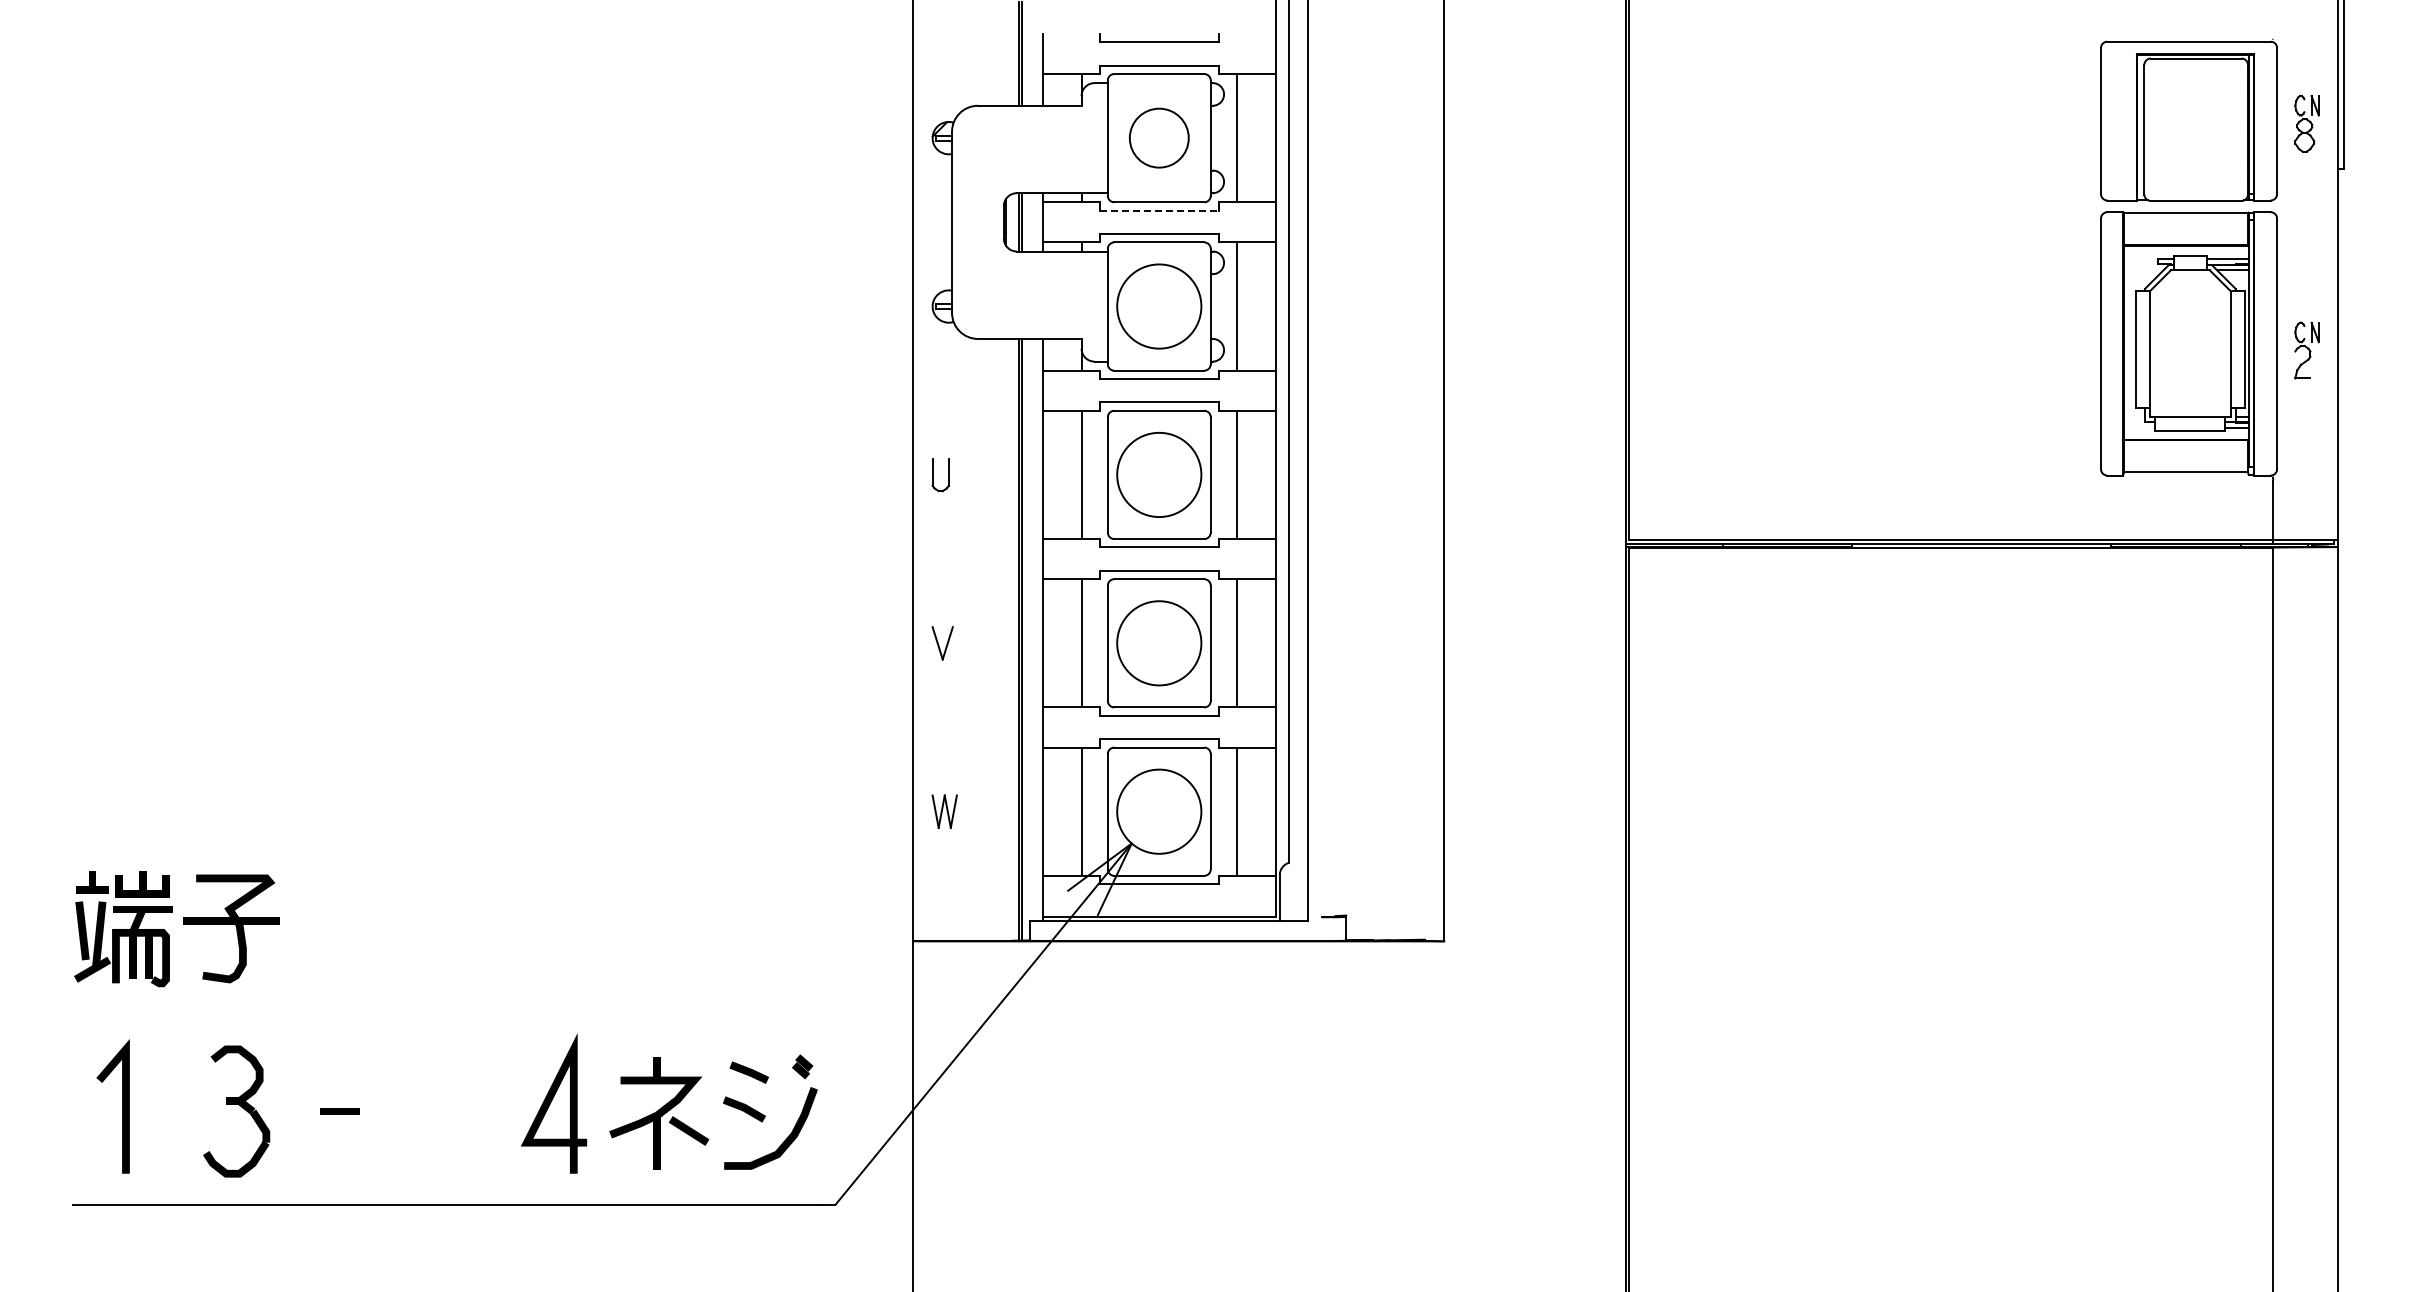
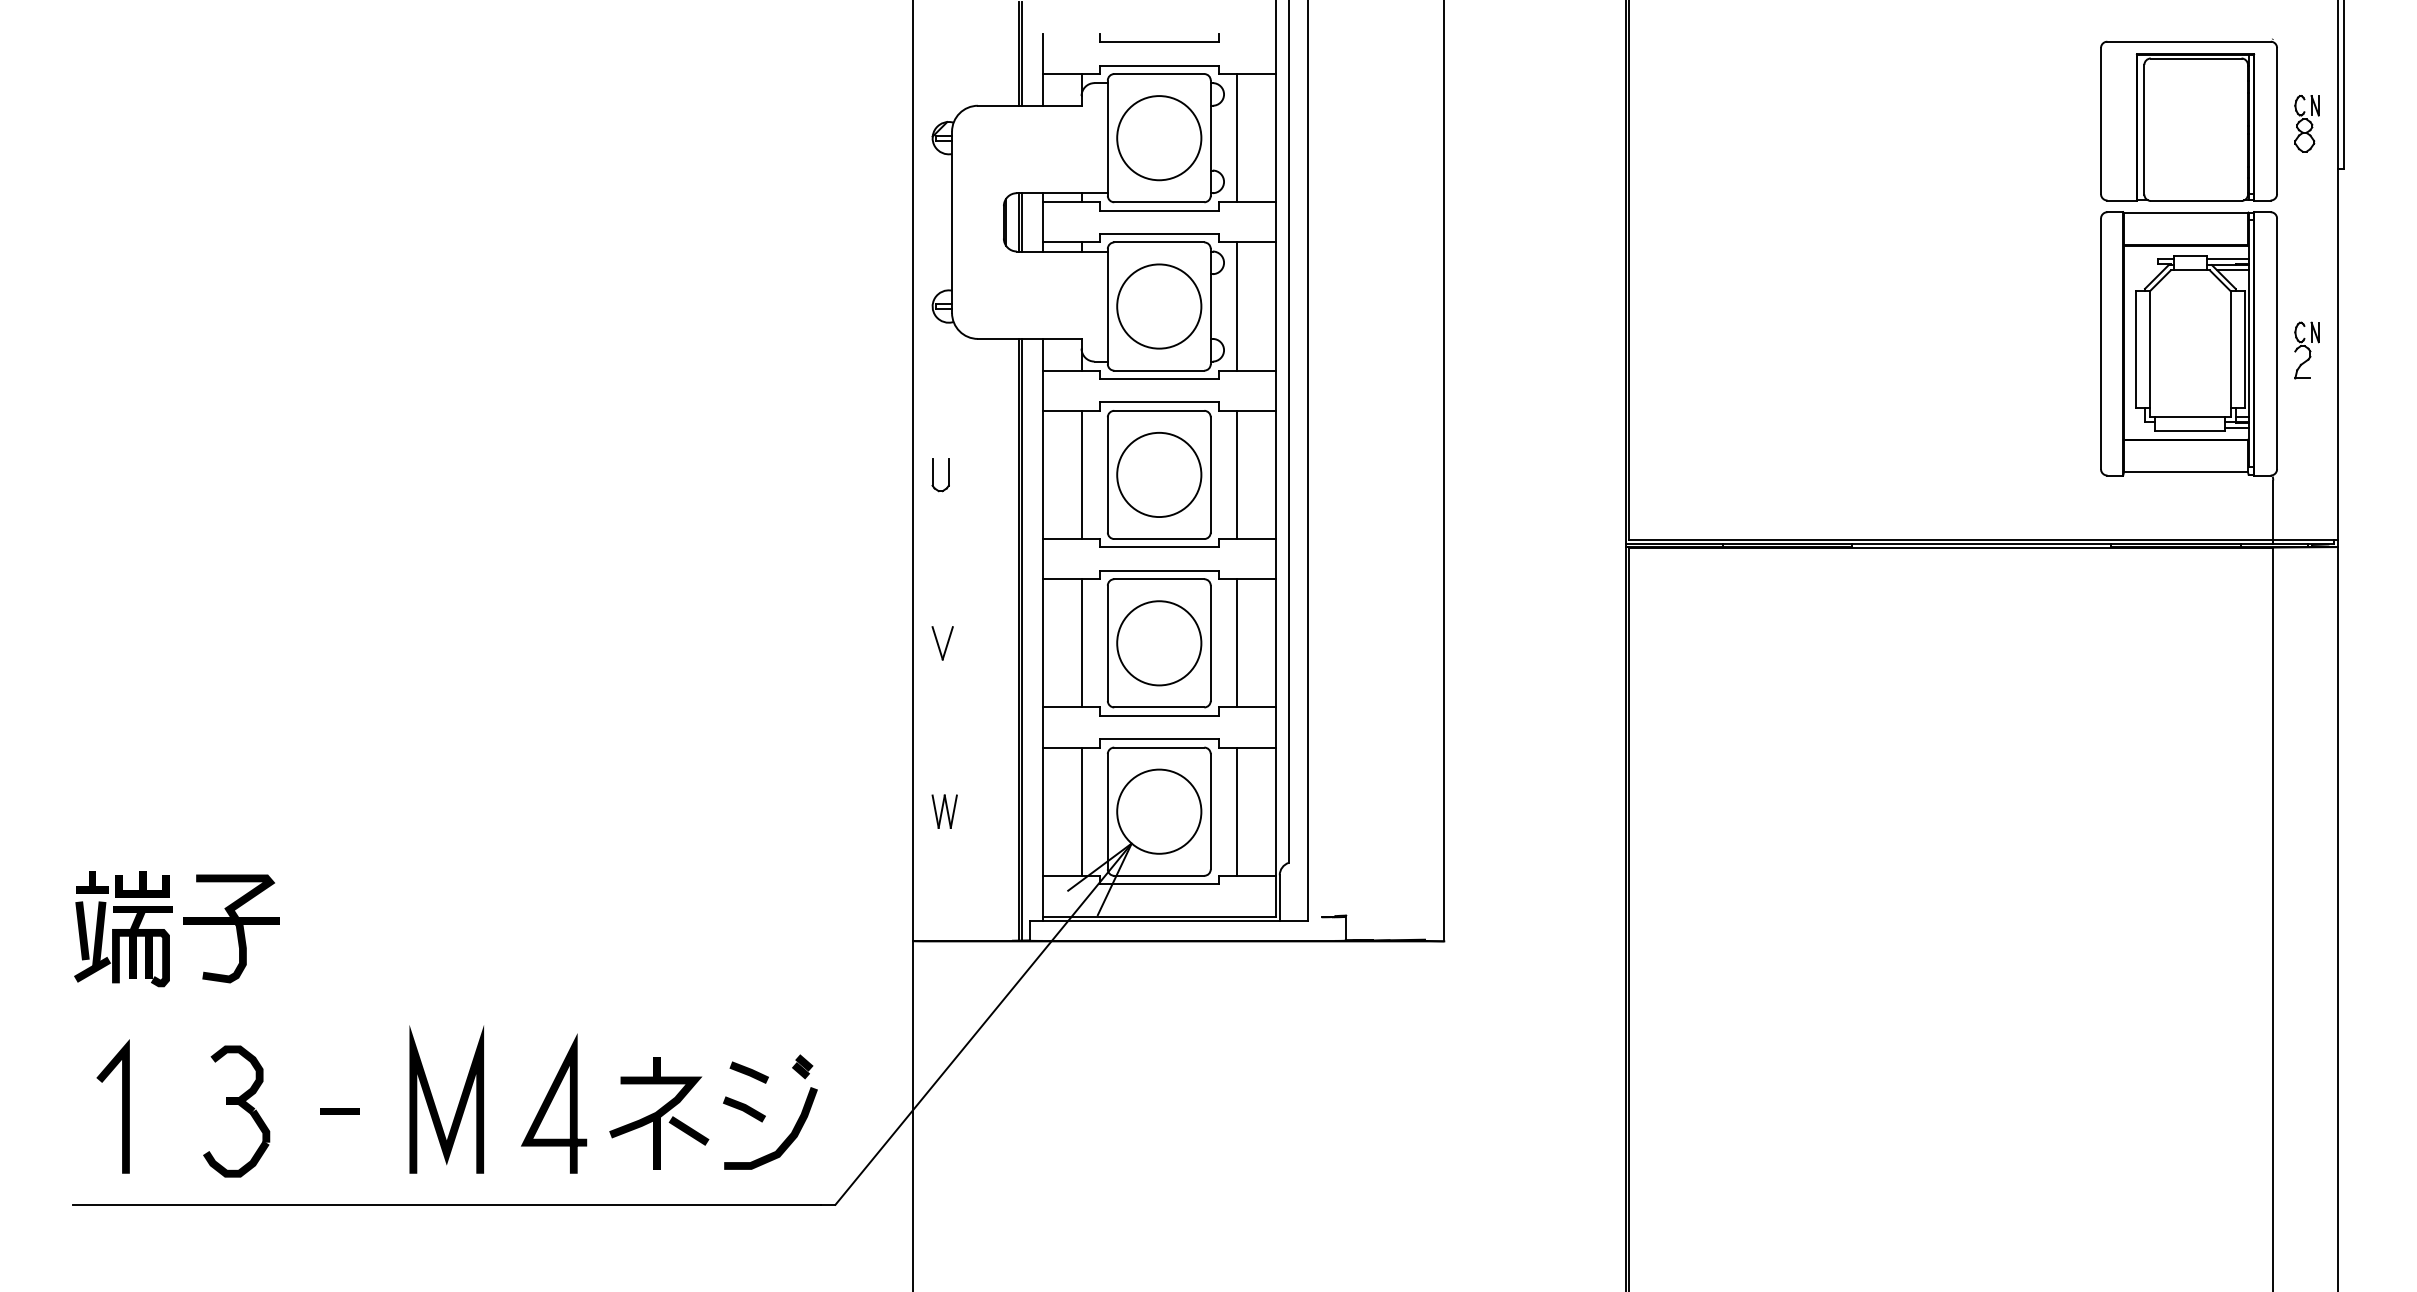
circle at (1158, 137) diameter: 59 px -> 84 px
line at (1159, 210): dashed -> solid
line at (435, 1104): none -> present
